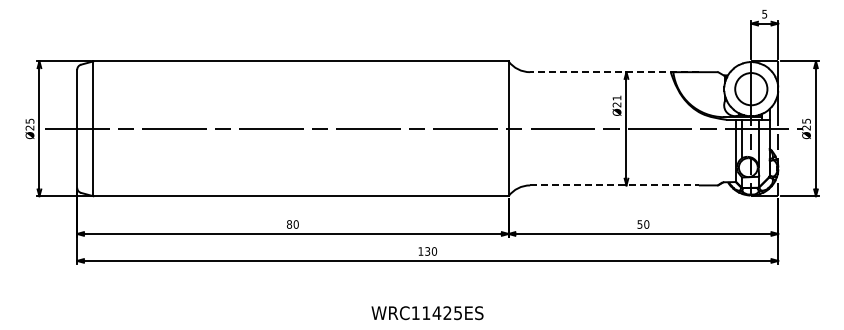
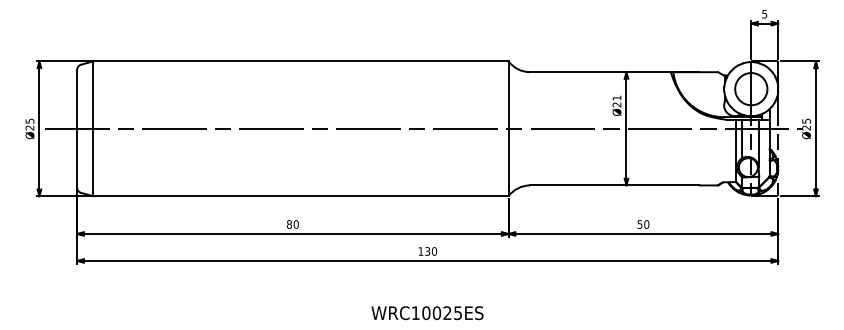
line at (614, 72): dashed -> solid
line at (615, 185): dashed -> solid
text at (431, 313): WRC11425ES -> WRC10025ES
